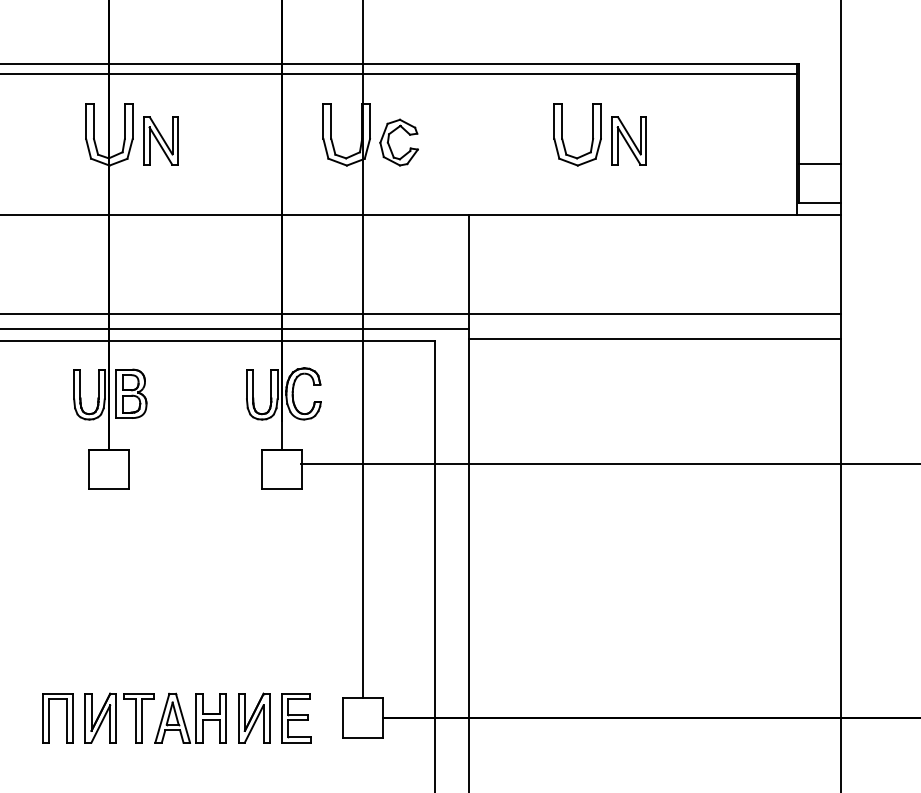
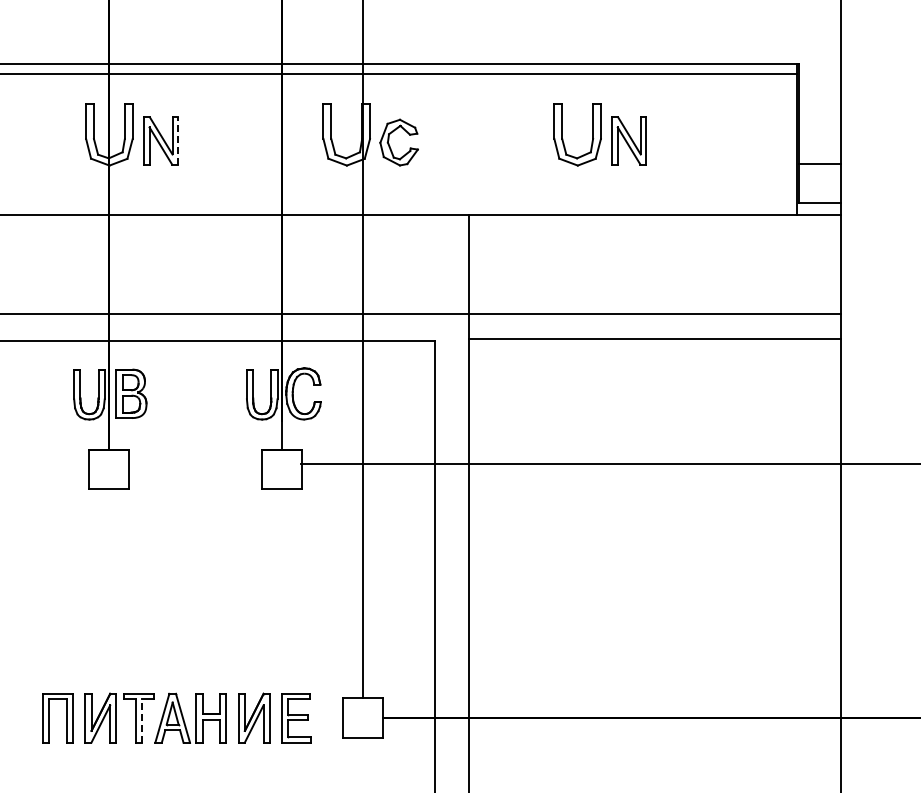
line at (177, 140): solid -> dashed
line at (235, 328): present -> none
line at (142, 721): solid -> dashed
